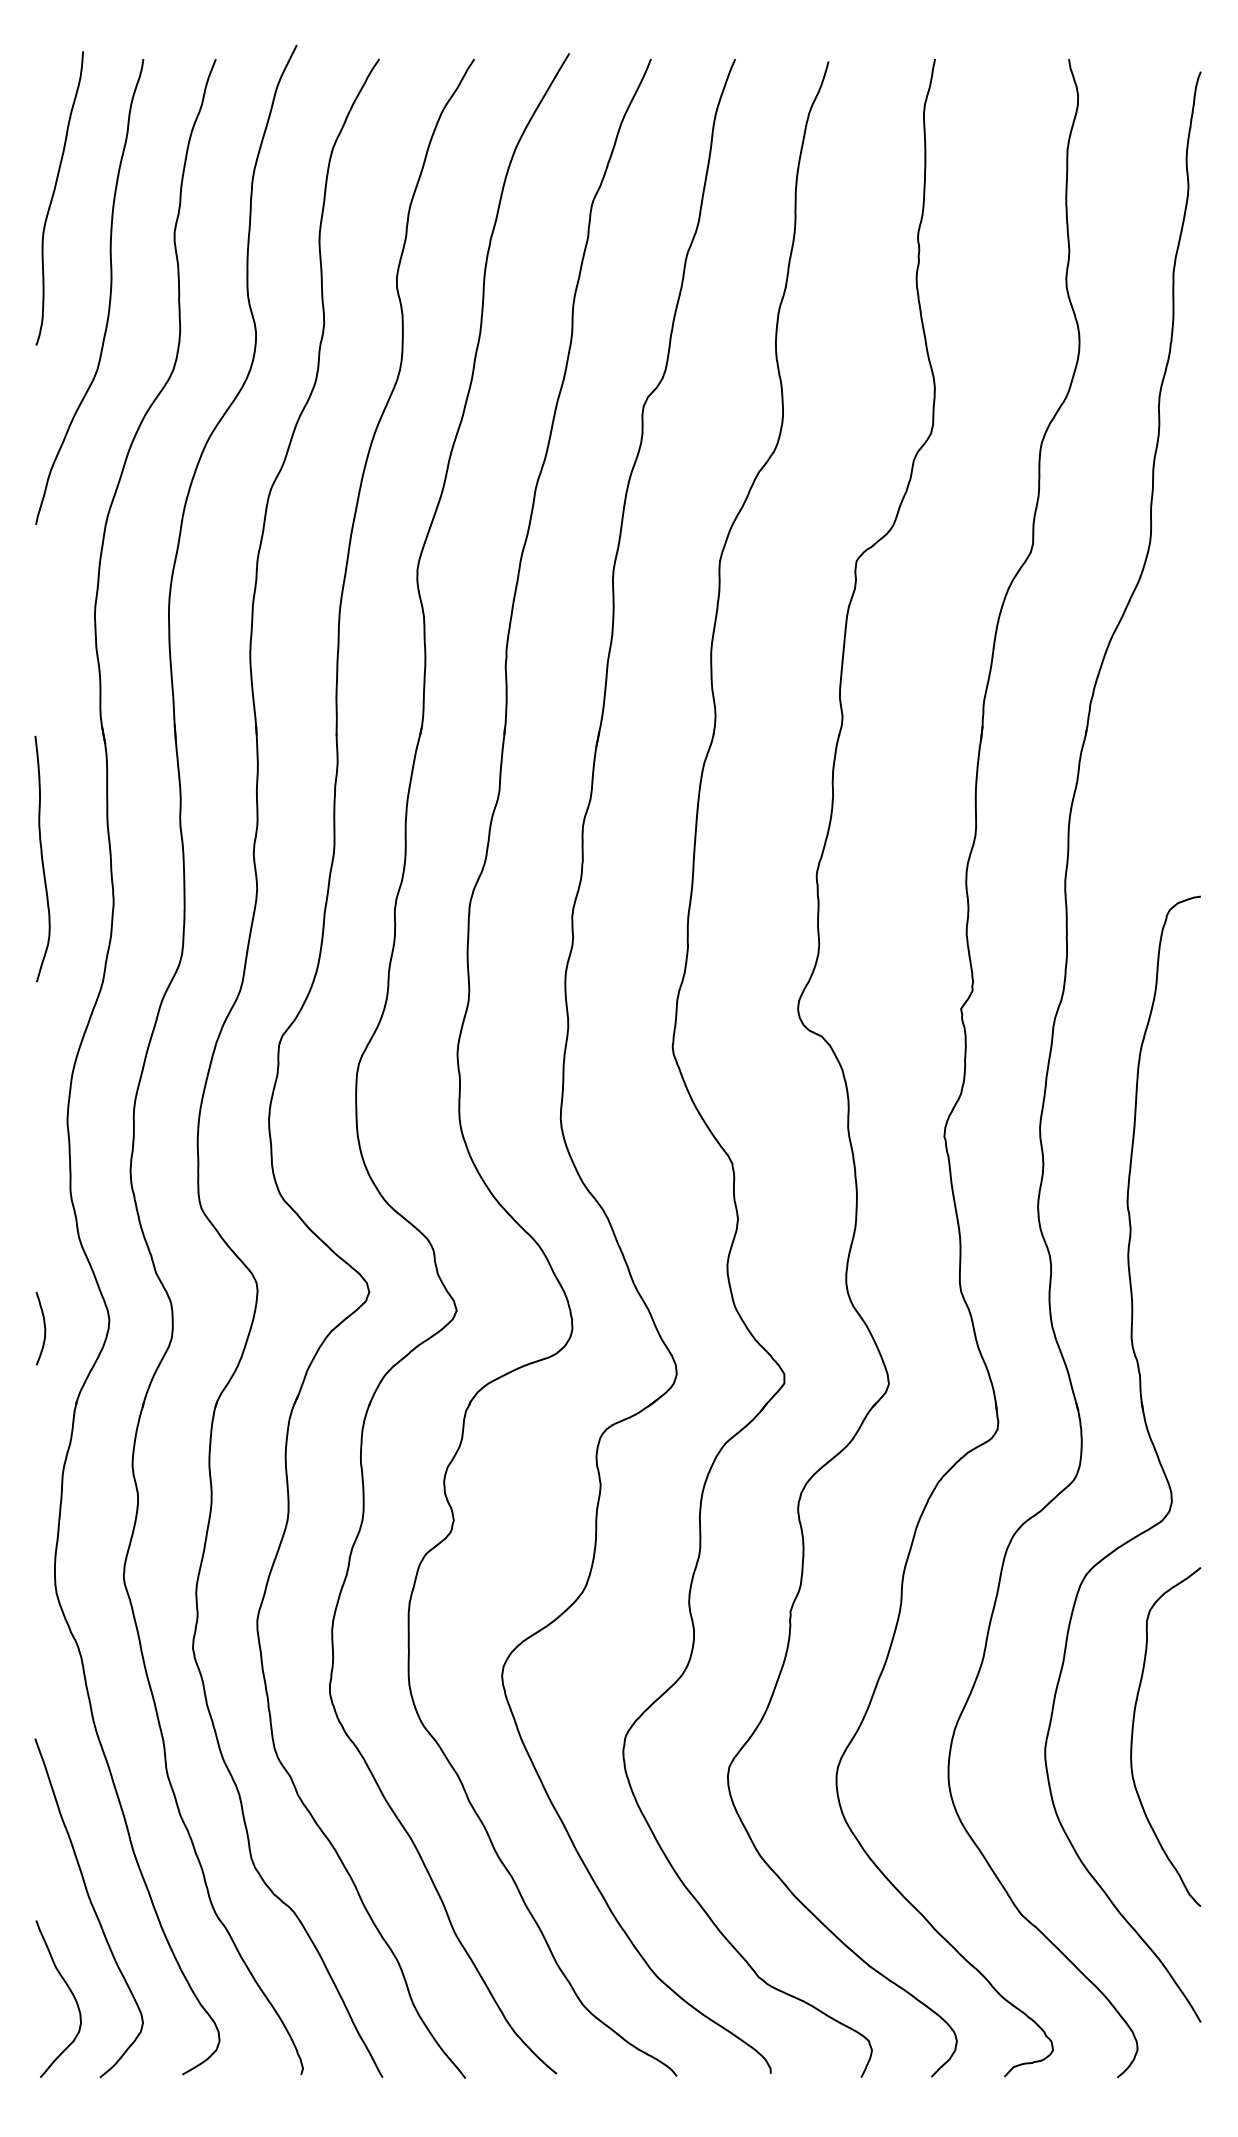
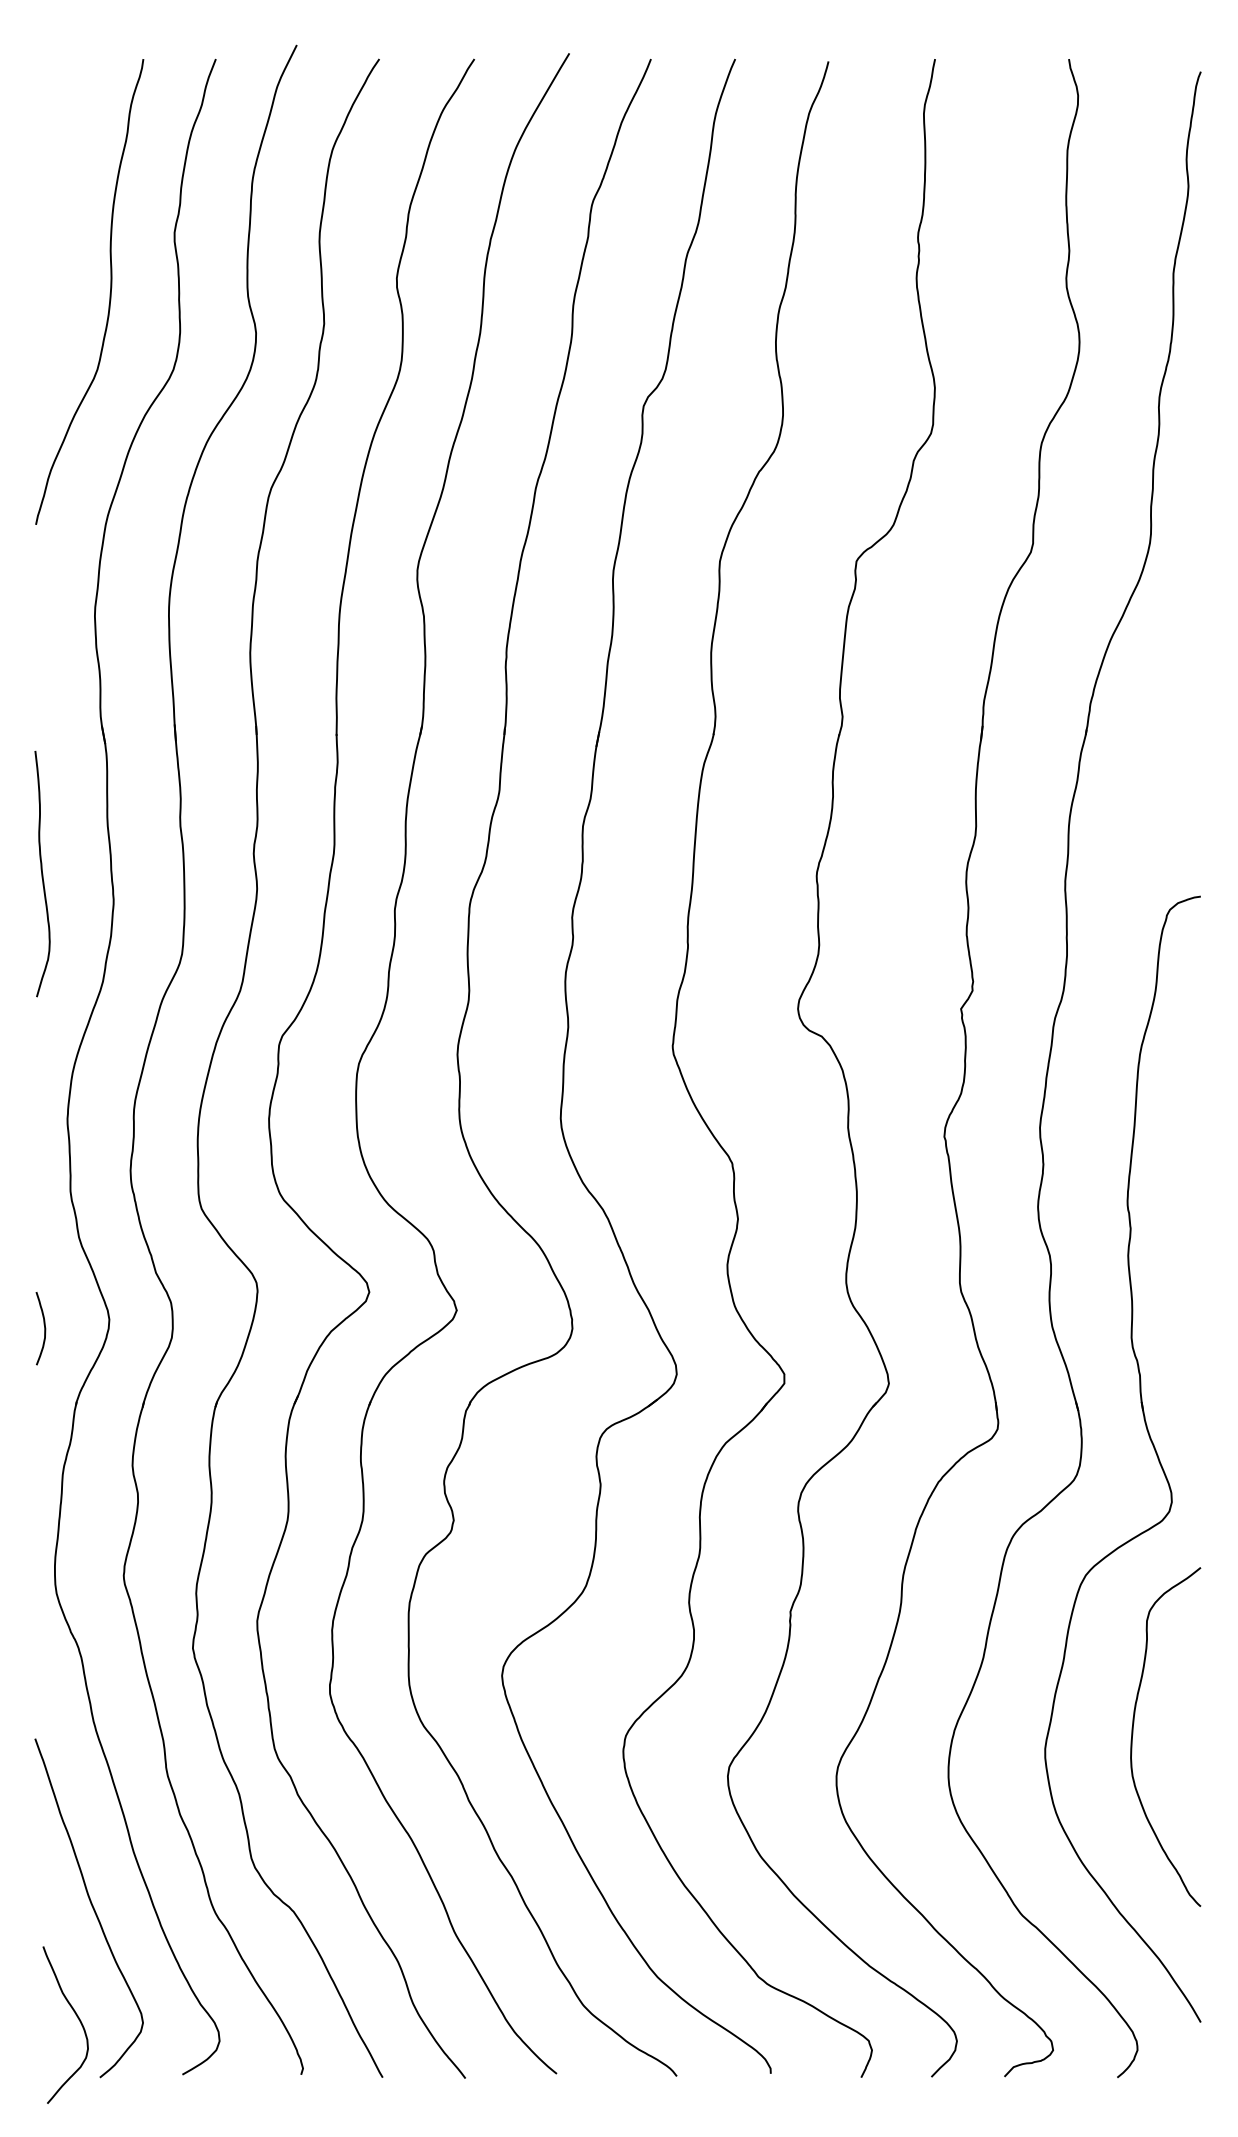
curve at (53, 197): present -> none
curve at (42, 858) position: (42, 858) -> (42, 873)
curve at (70, 1992) position: (70, 1992) -> (77, 2018)
